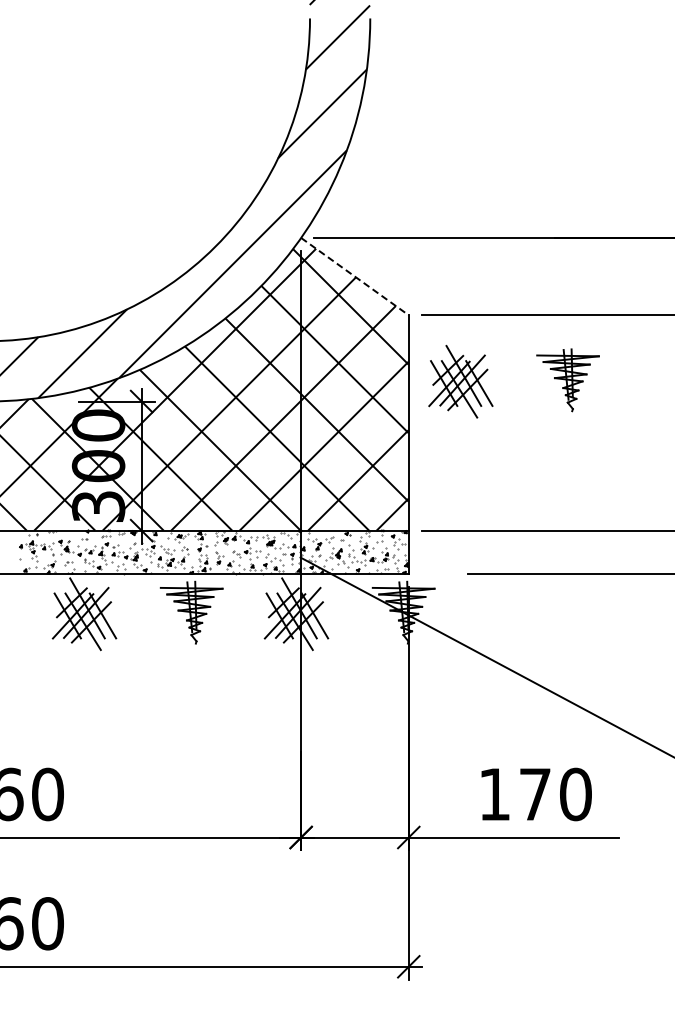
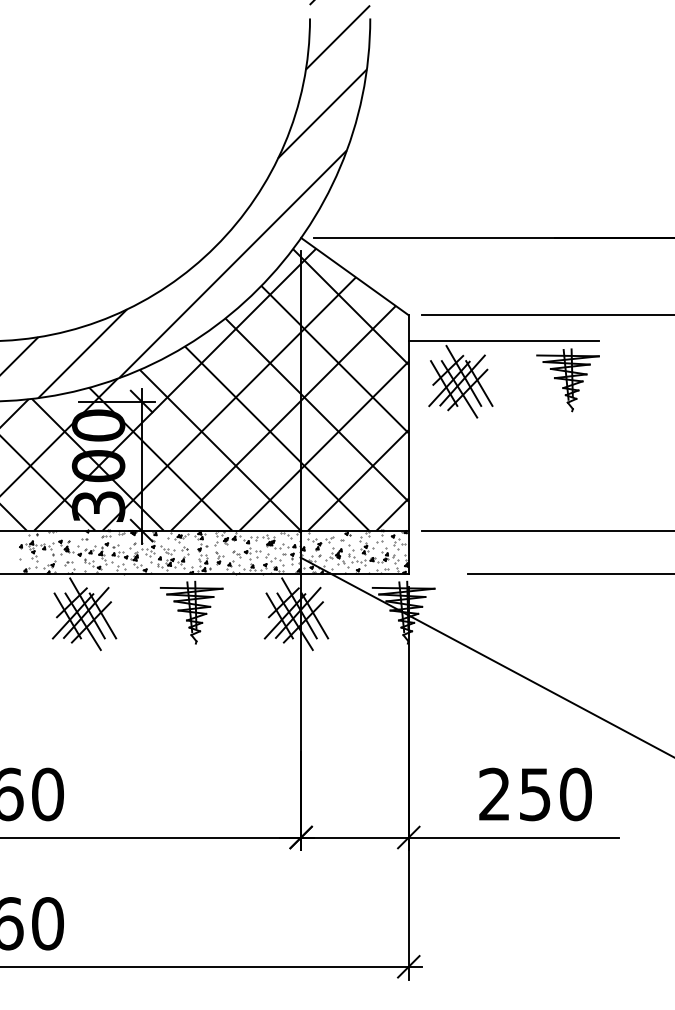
line at (355, 276): dashed -> solid
line at (503, 341): none -> present
text at (514, 794): 170 -> 250
